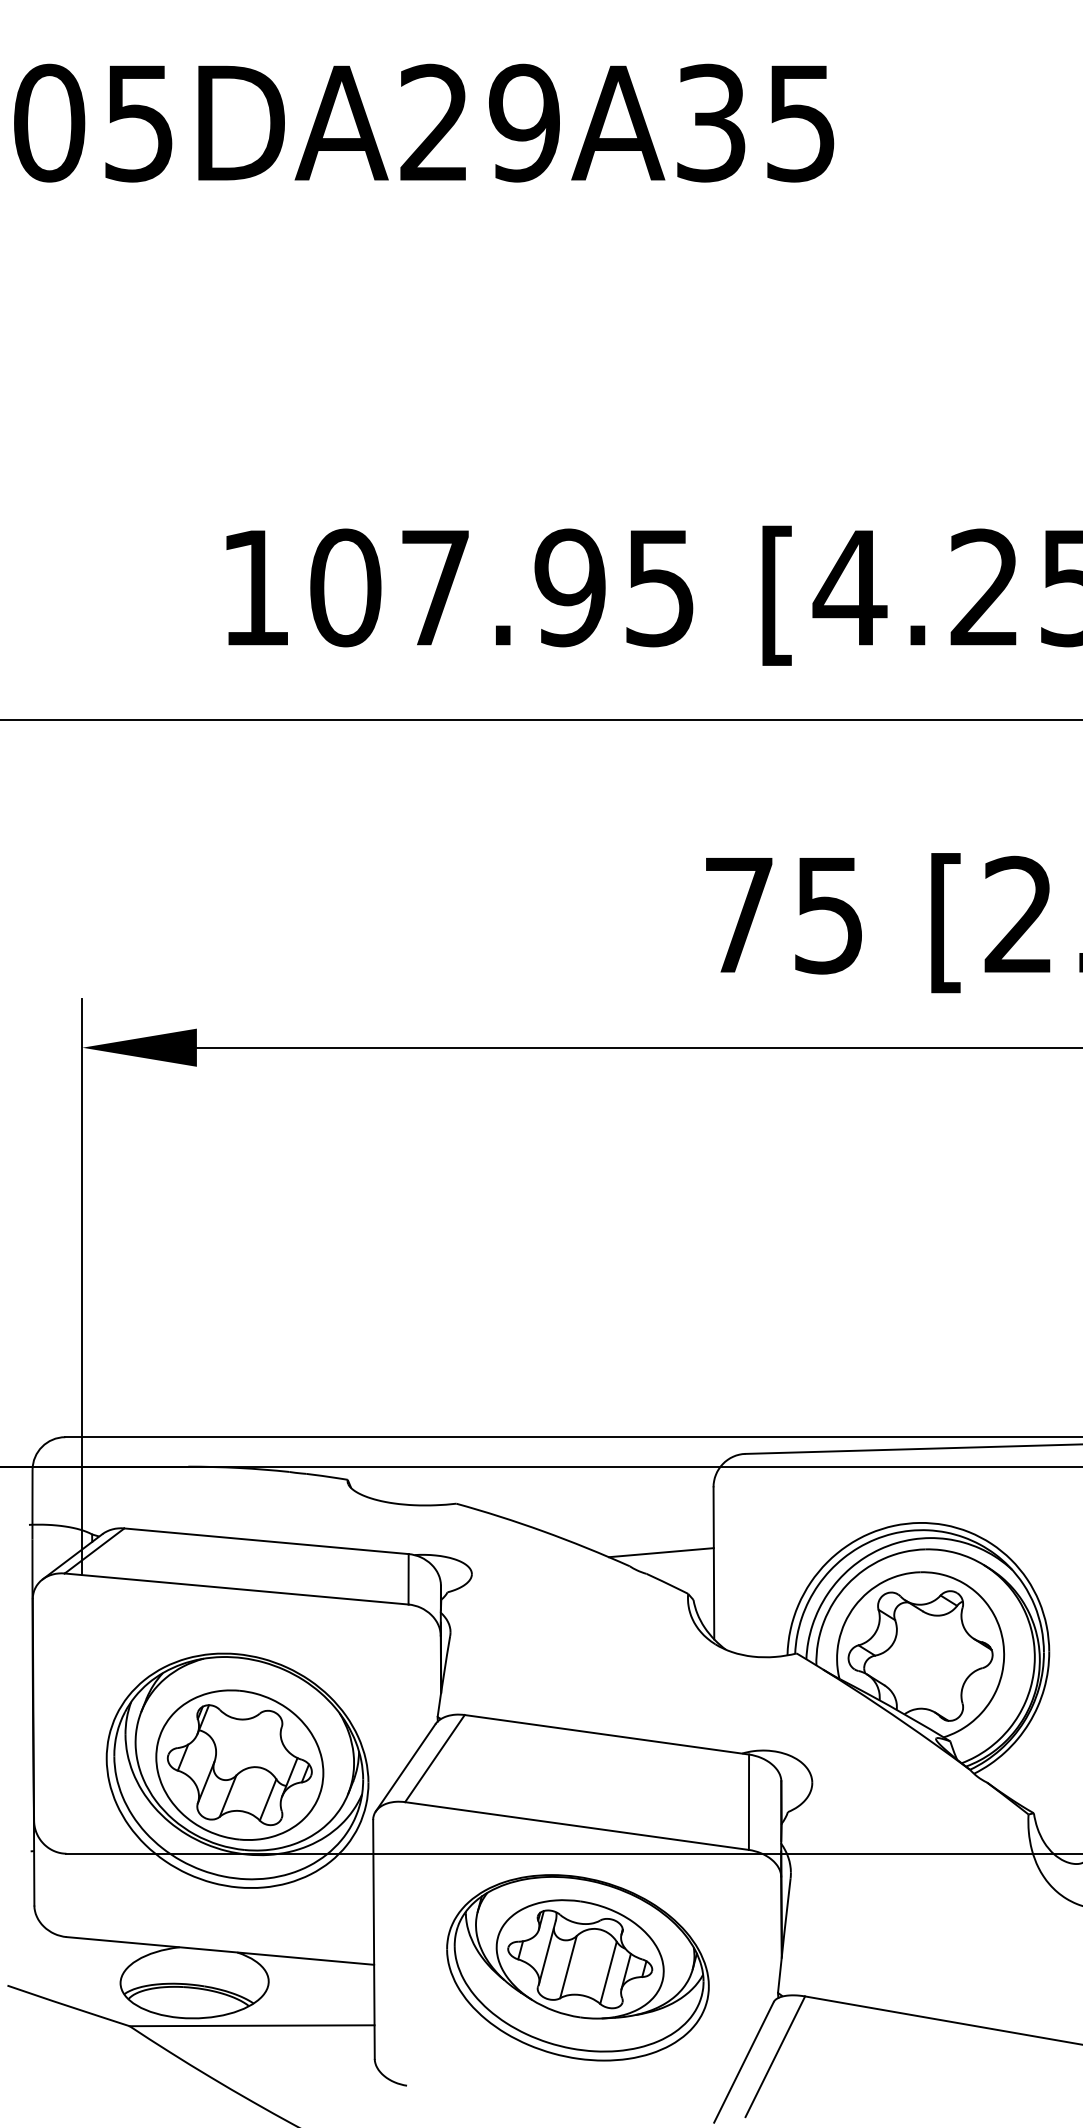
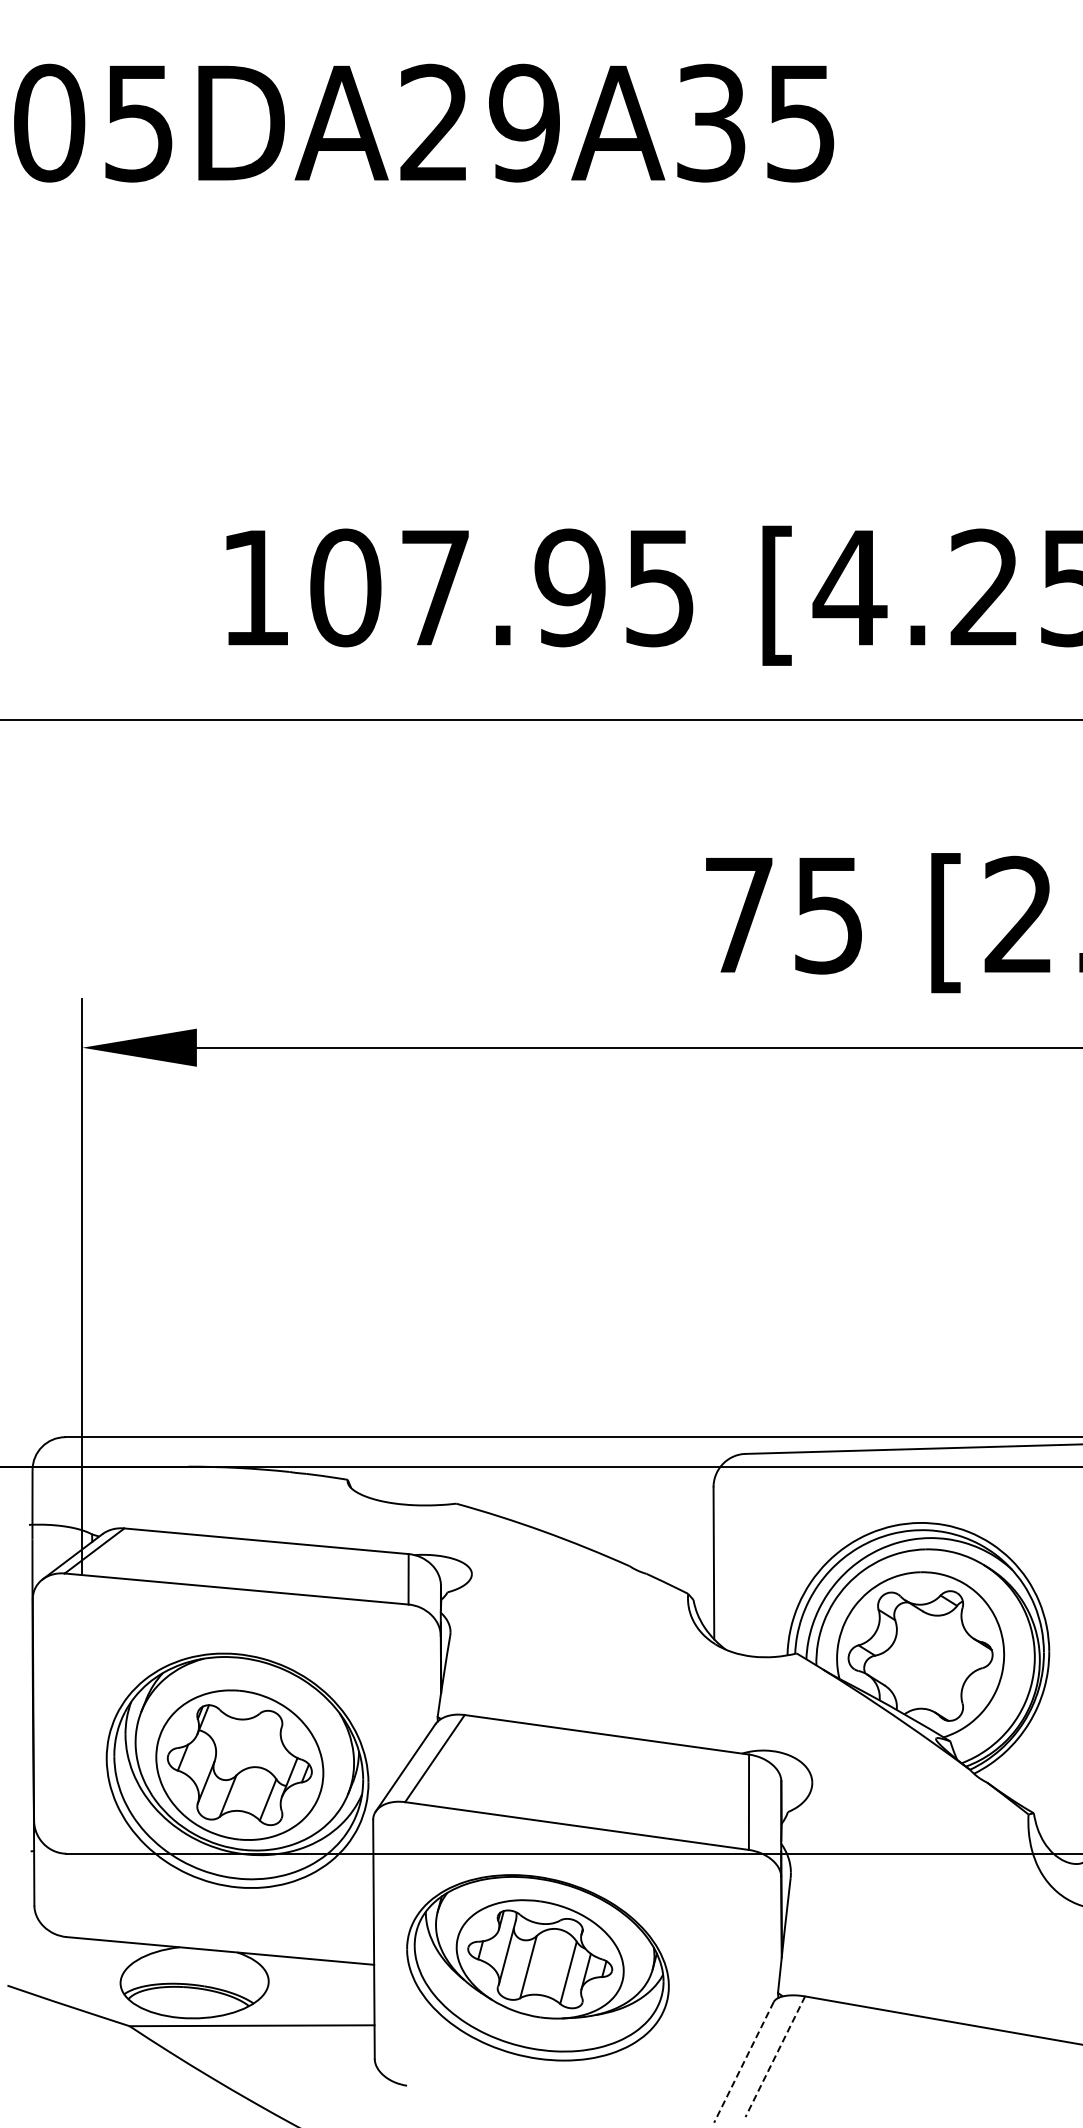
line at (660, 1552): present -> none
part at (577, 1967) position: (577, 1967) -> (537, 1967)
line at (775, 2057): solid -> dashed
line at (743, 2062): solid -> dashed
